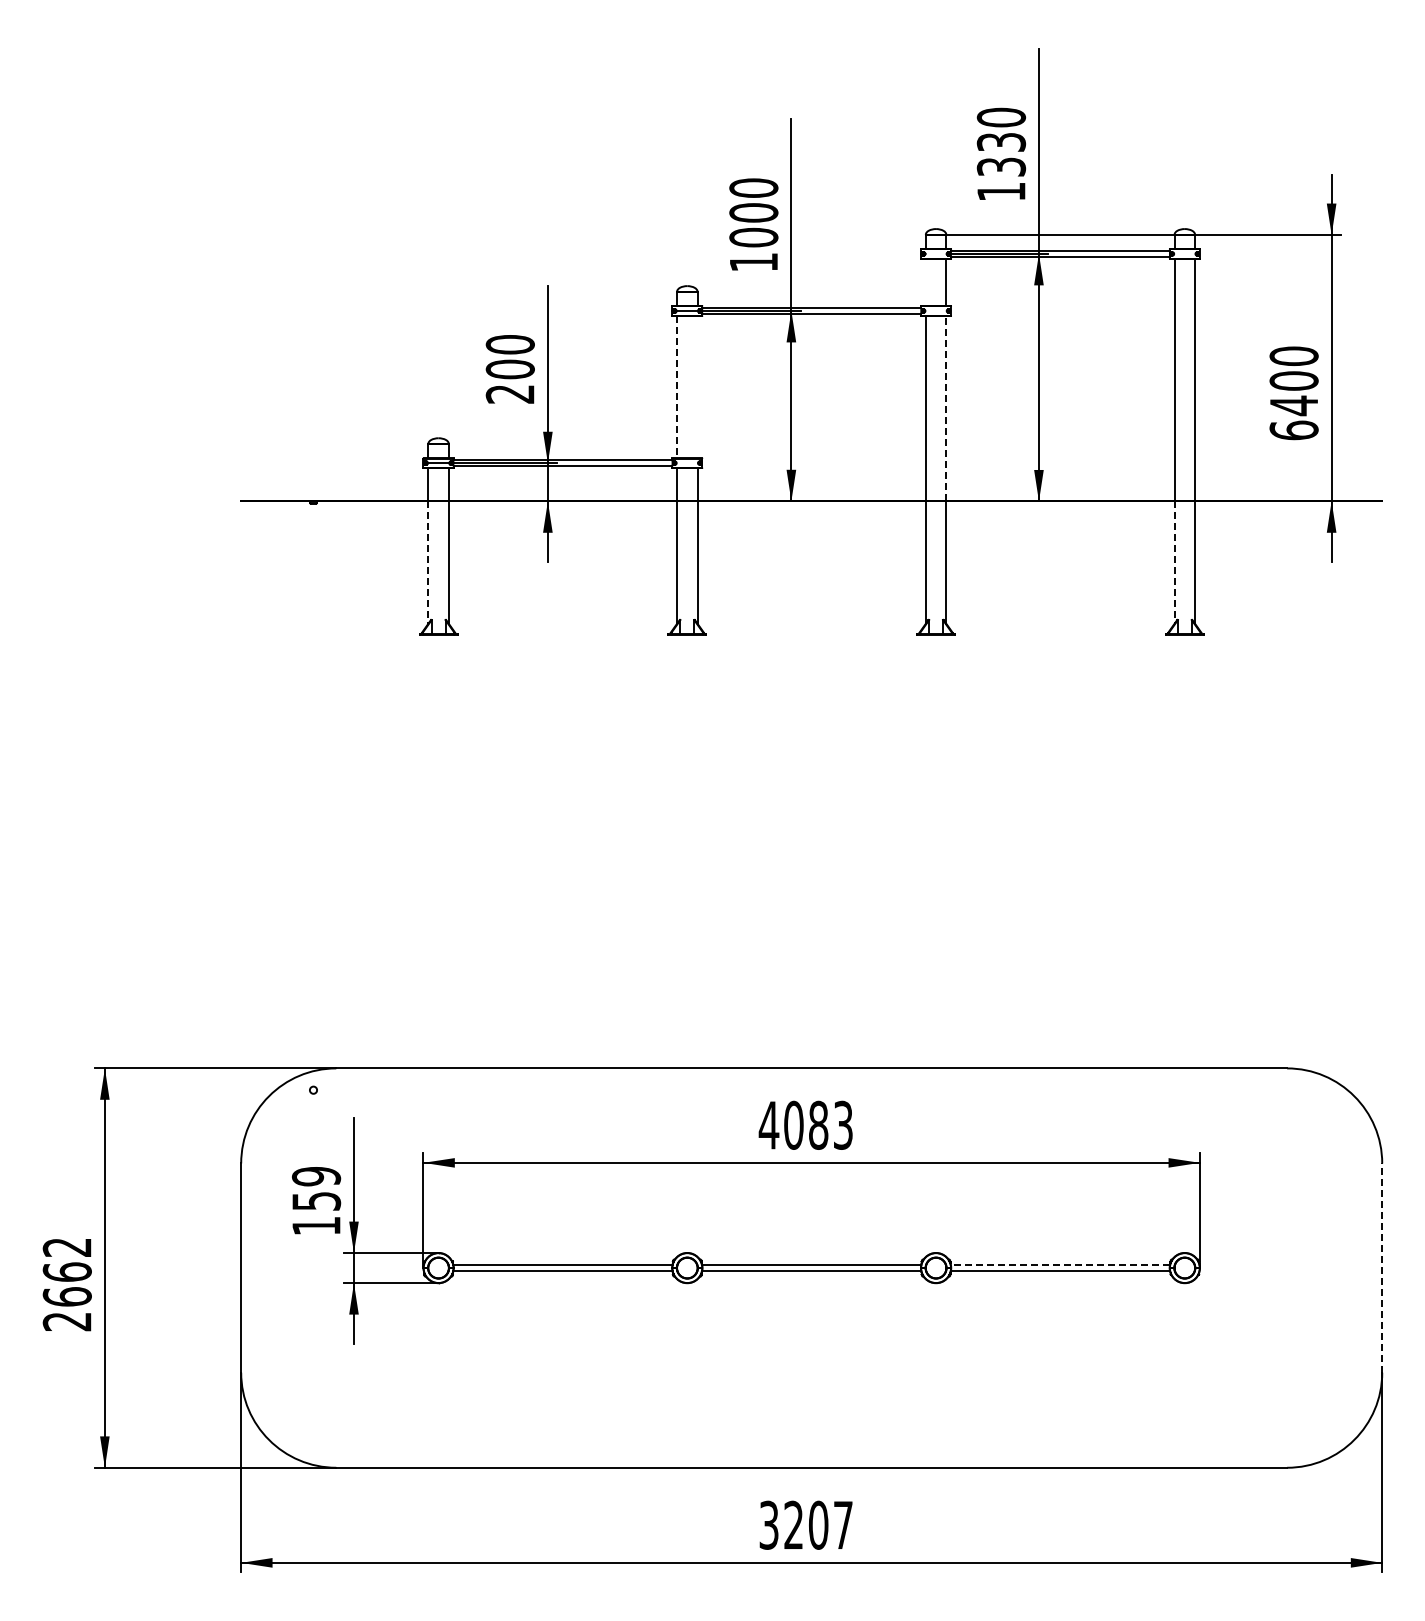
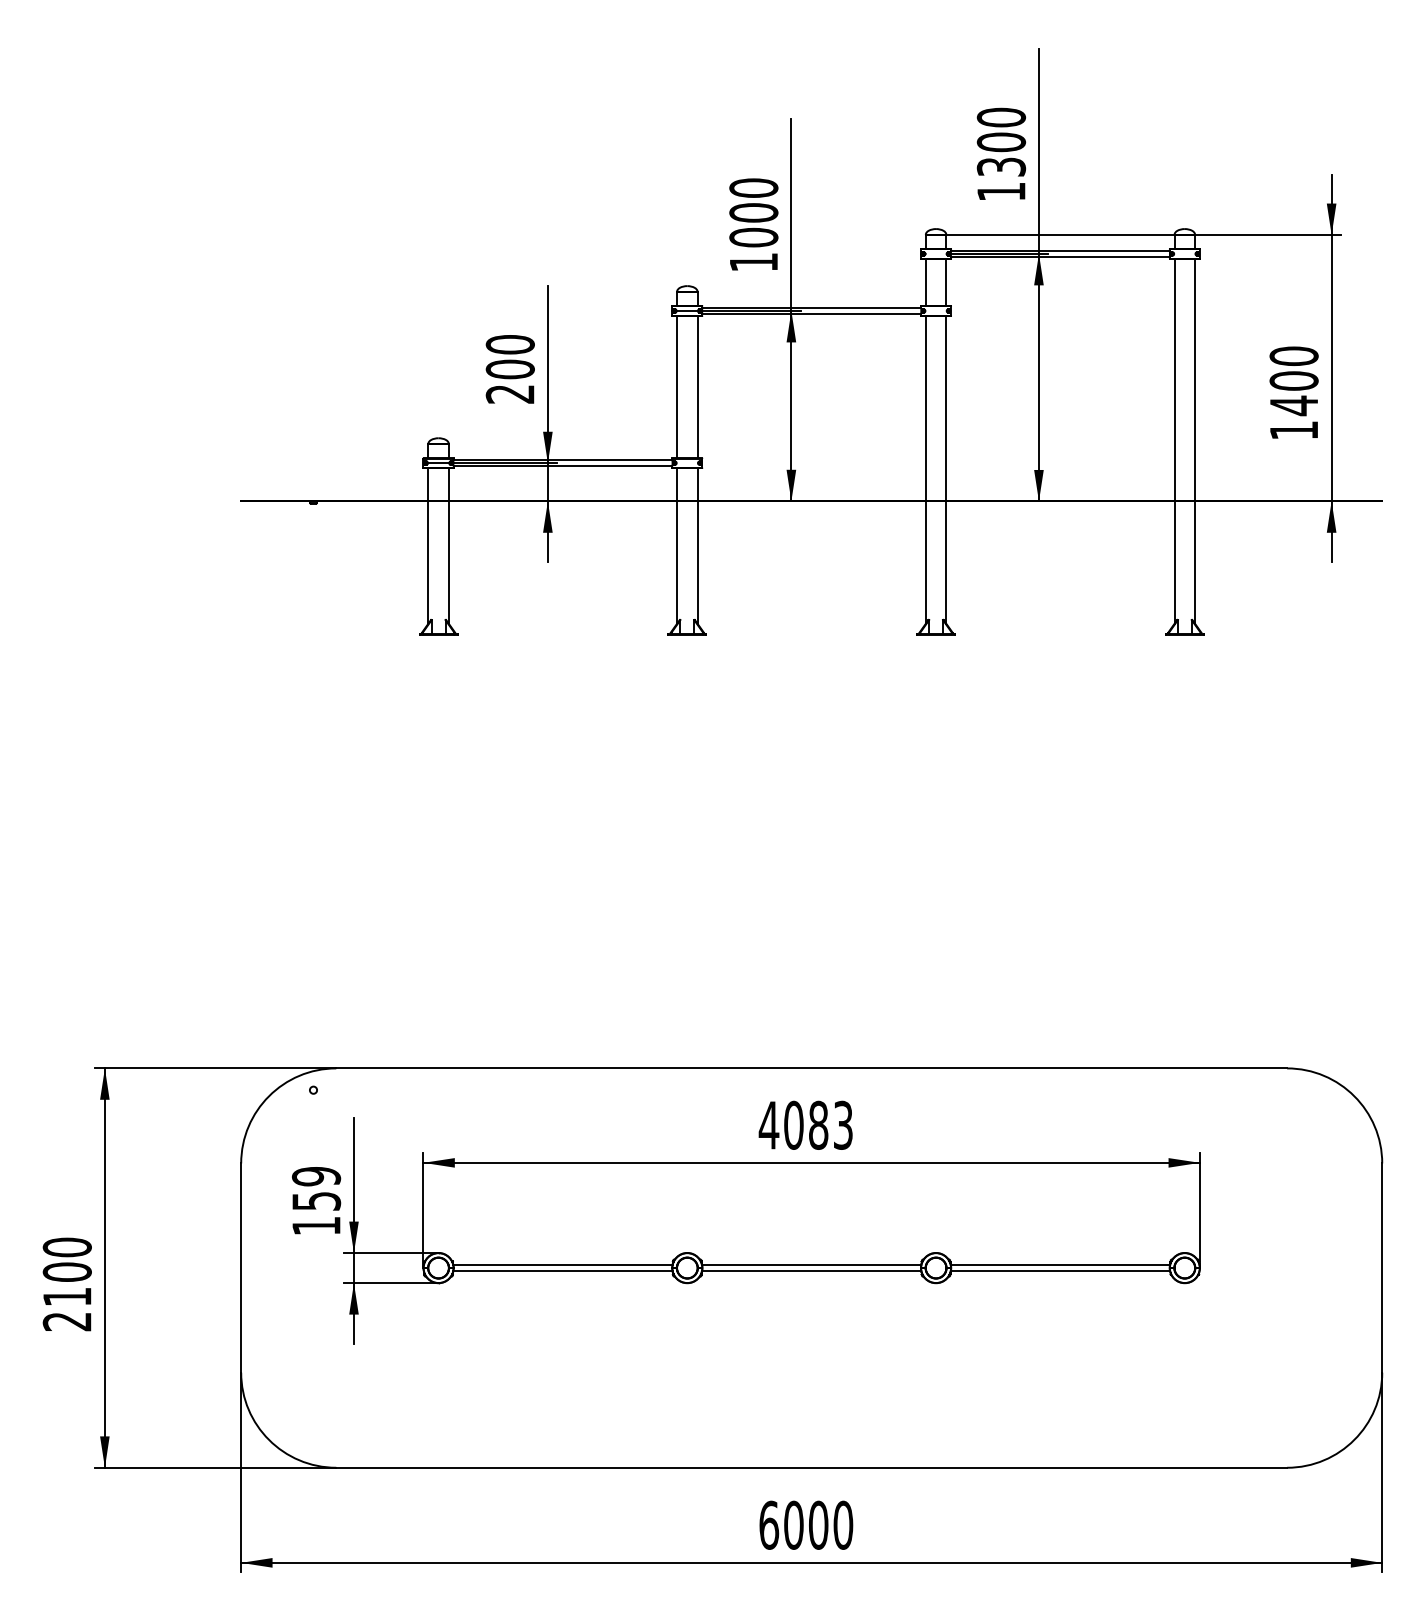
text at (1001, 142): 1330 -> 1300
line at (925, 282): none -> present
line at (697, 386): none -> present
line at (677, 387): dashed -> solid
line at (946, 408): dashed -> solid
text at (1293, 430): 6400 -> 1400
line at (428, 563): dashed -> solid
line at (1174, 563): dashed -> solid
line at (1060, 1265): dashed -> solid
line at (1382, 1268): dashed -> solid
text at (66, 1271): 2662 -> 2100
text at (806, 1524): 3207 -> 6000
